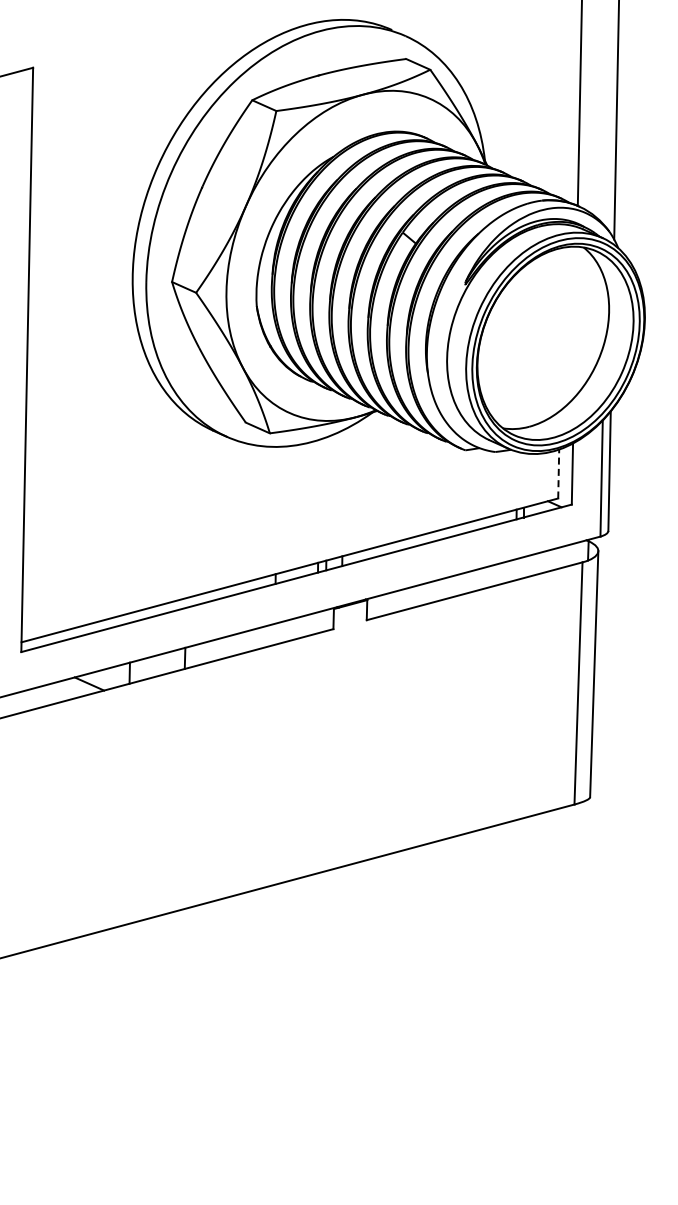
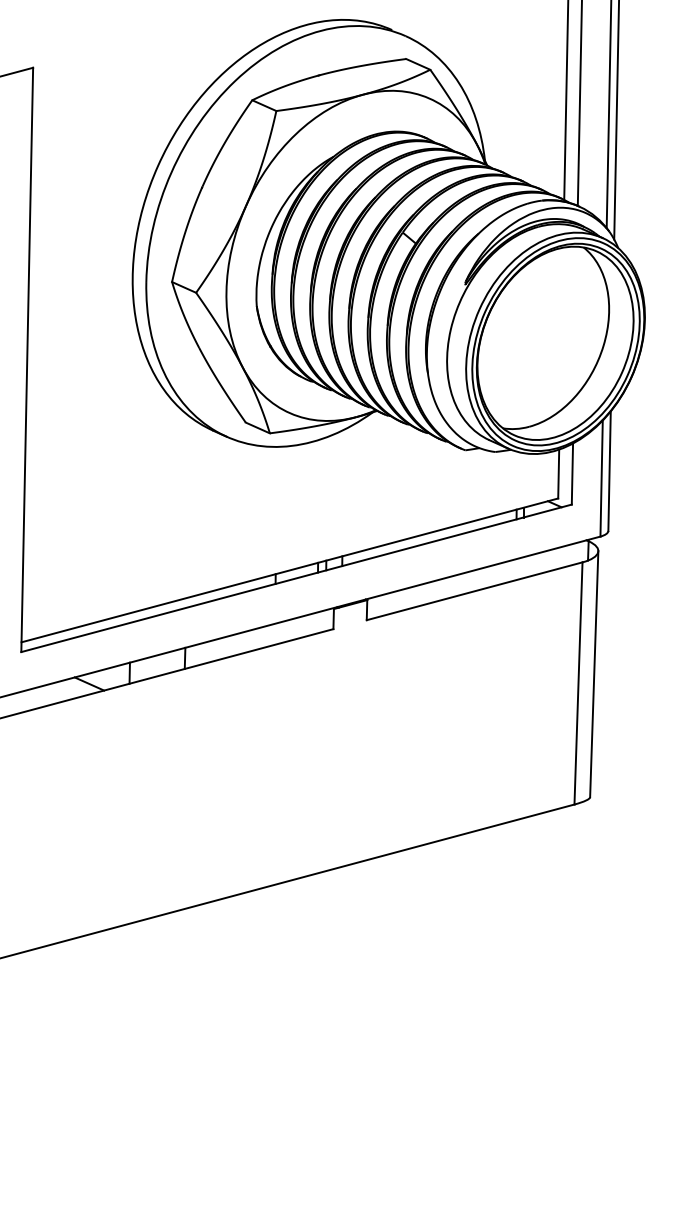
line at (566, 100): none -> present
line at (608, 115): none -> present
line at (558, 473): dashed -> solid
